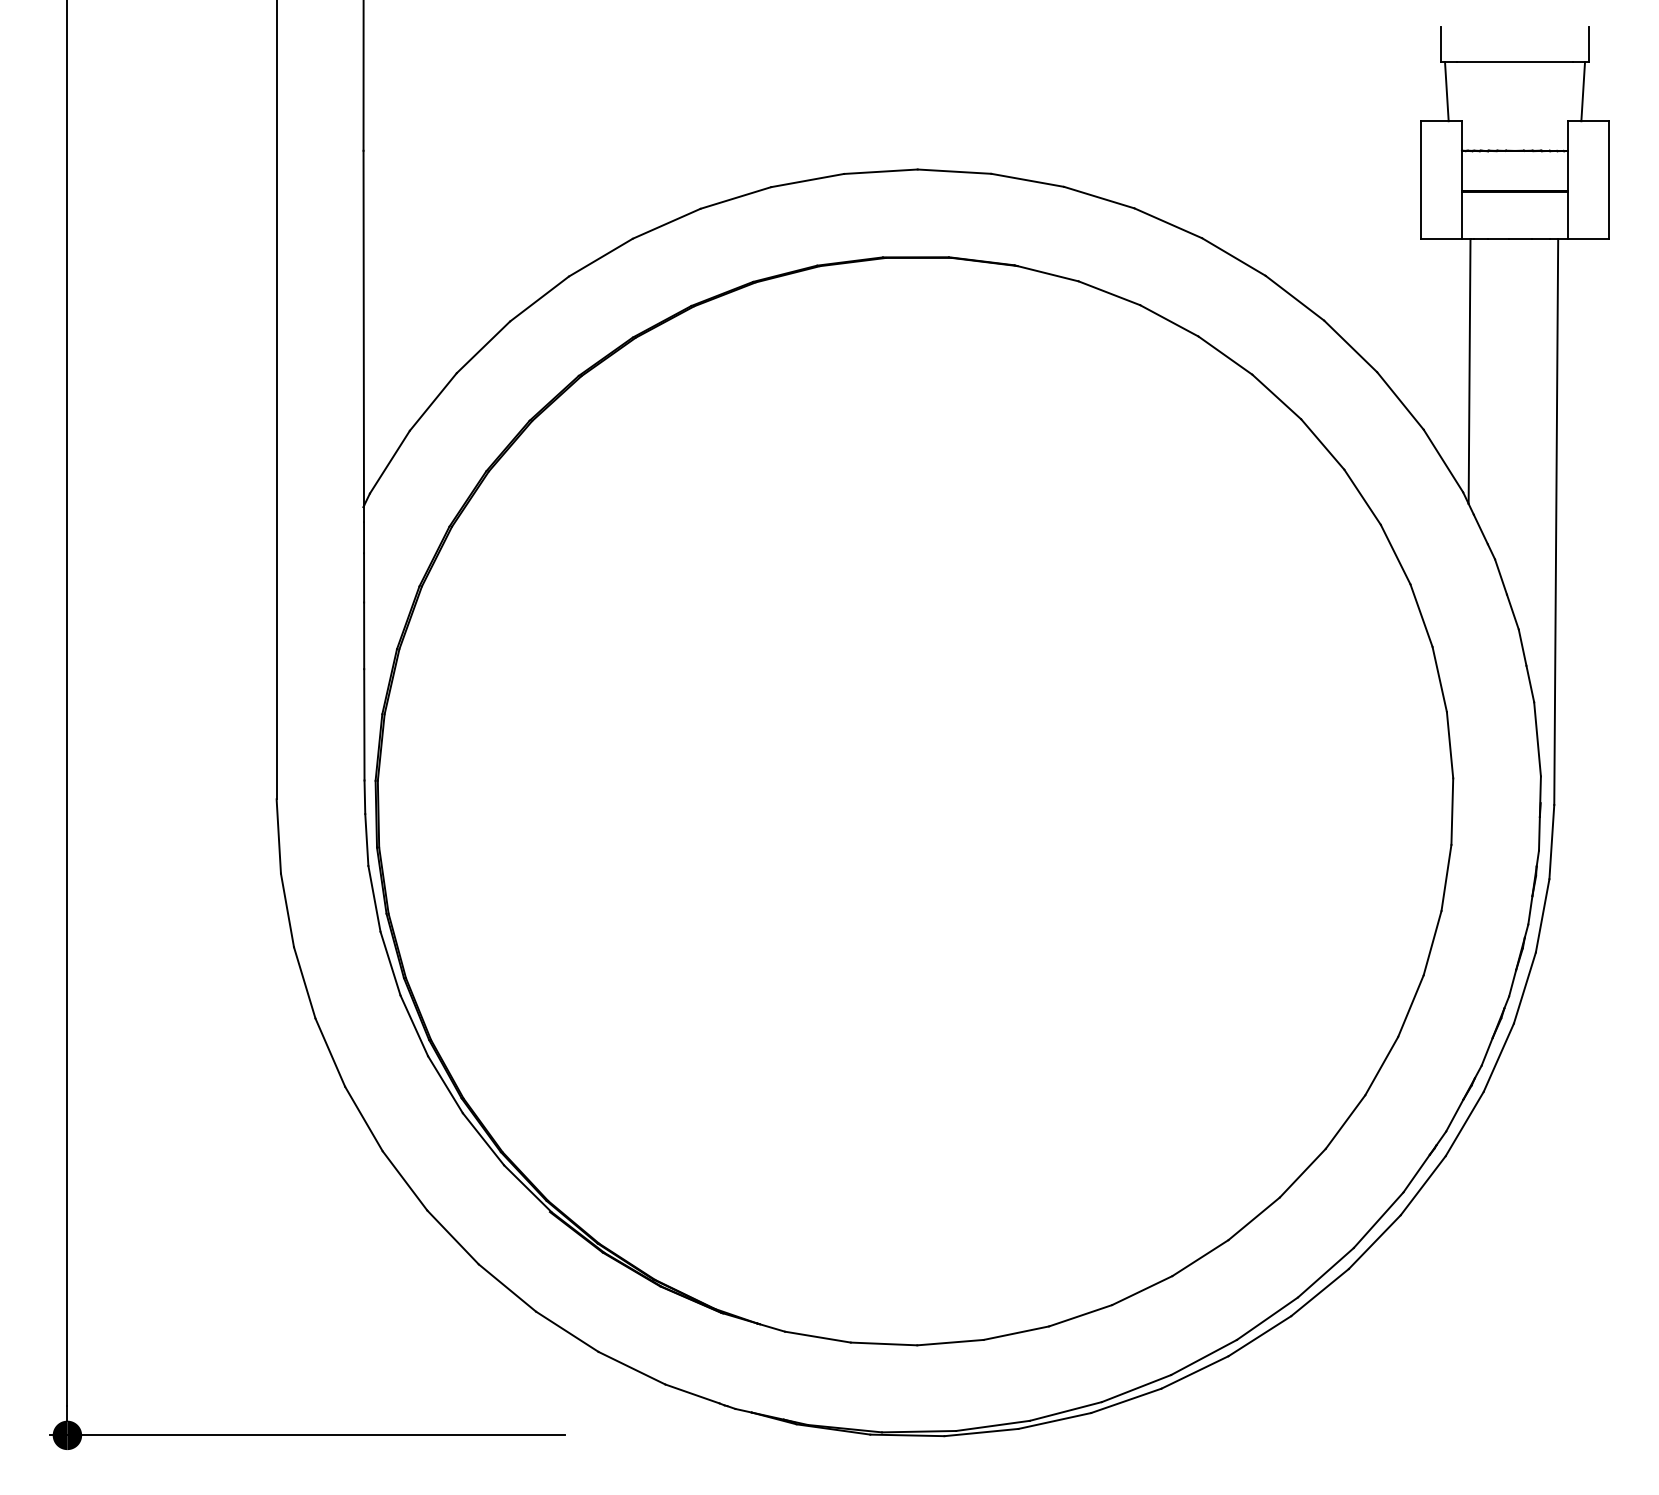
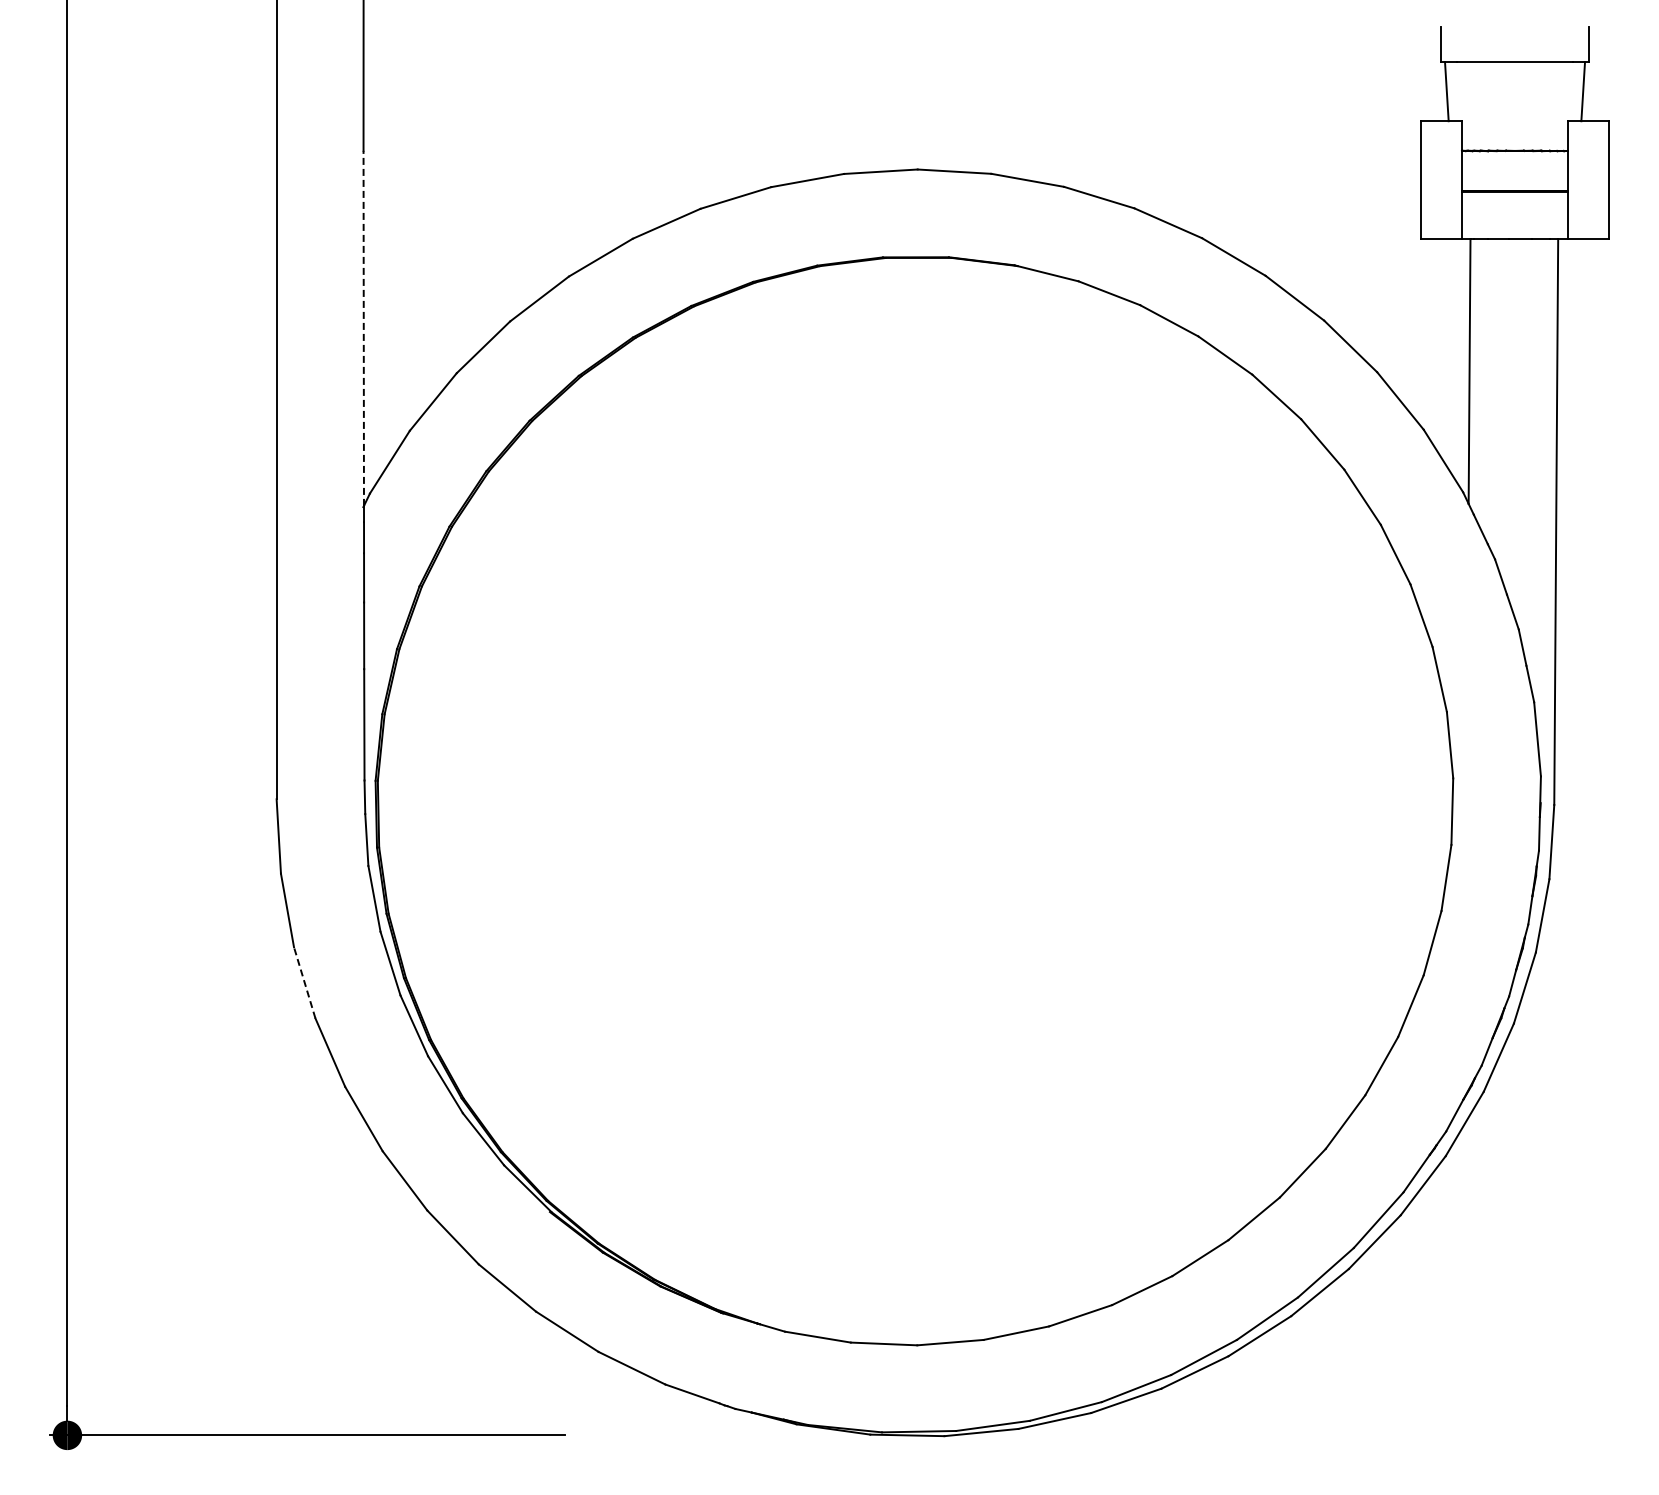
line at (363, 328): solid -> dashed
line at (304, 982): solid -> dashed
